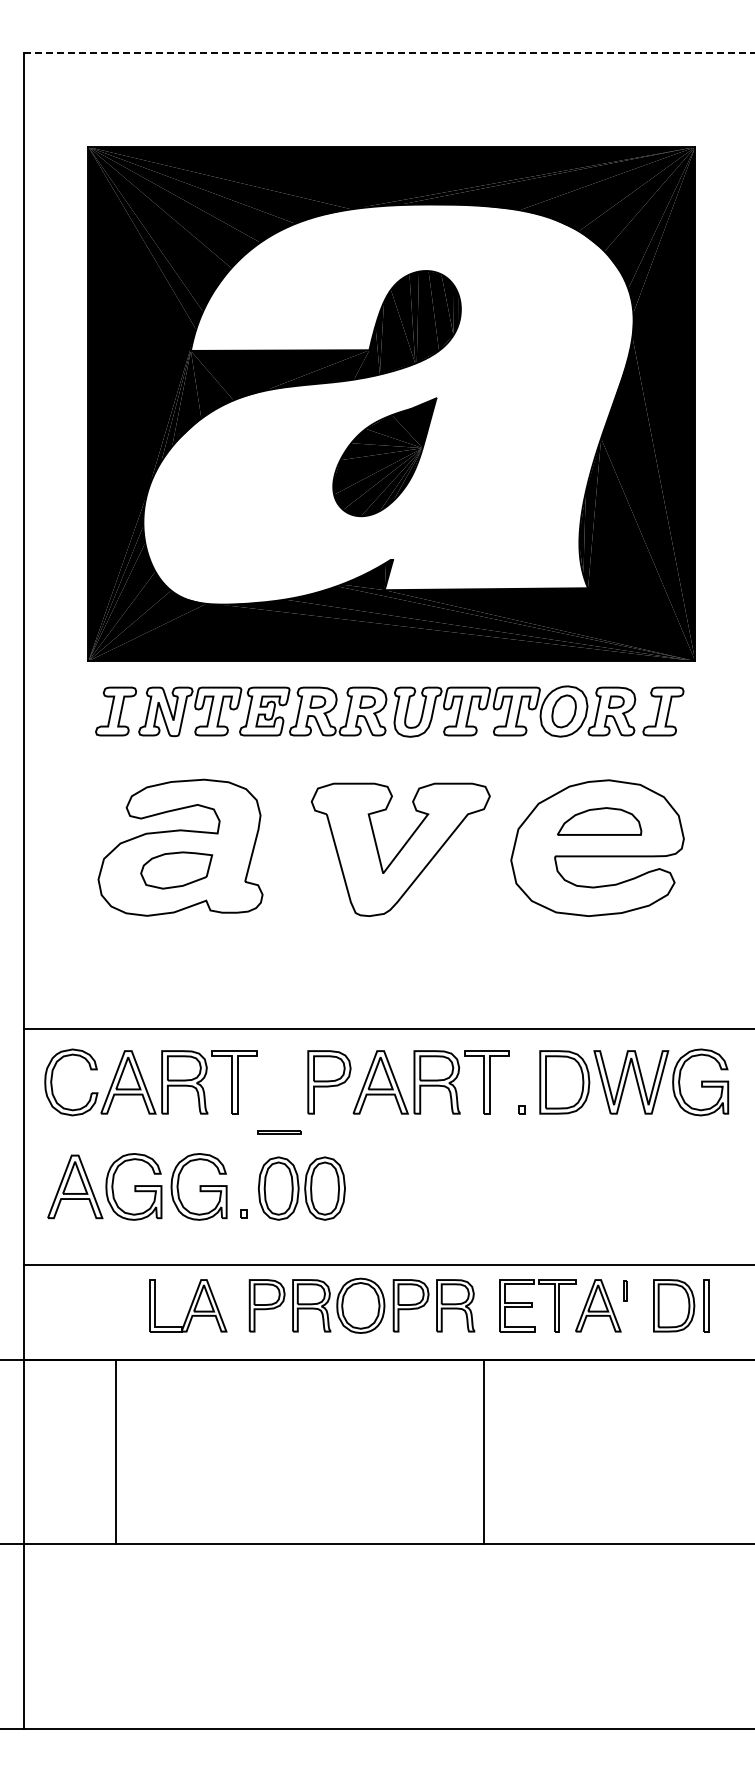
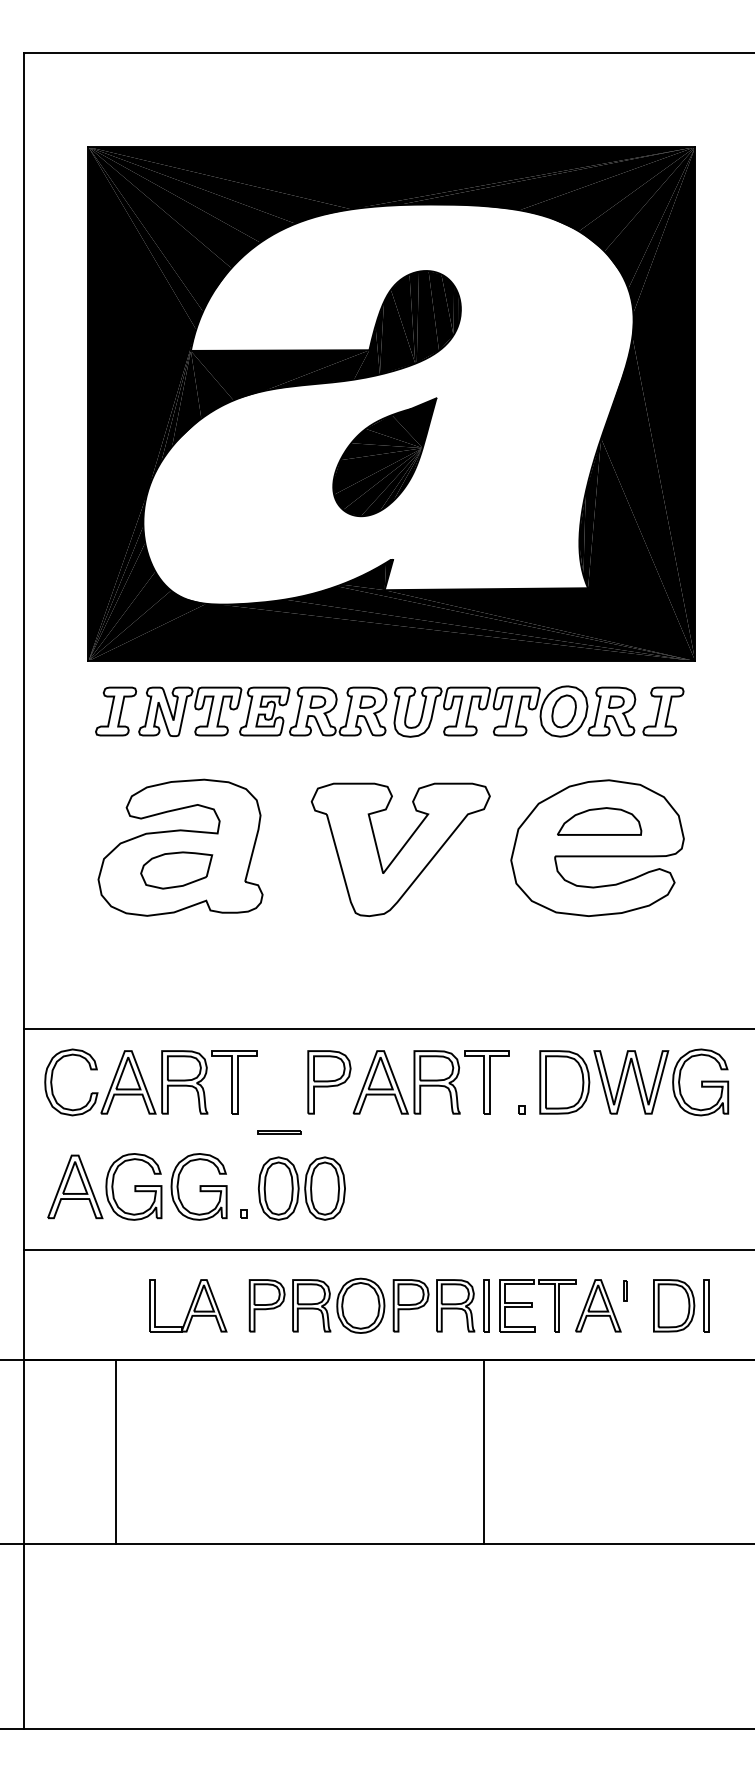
line at (388, 53): dashed -> solid
line at (387, 1264) position: (387, 1264) -> (387, 1249)
part at (486, 1305): none -> present
